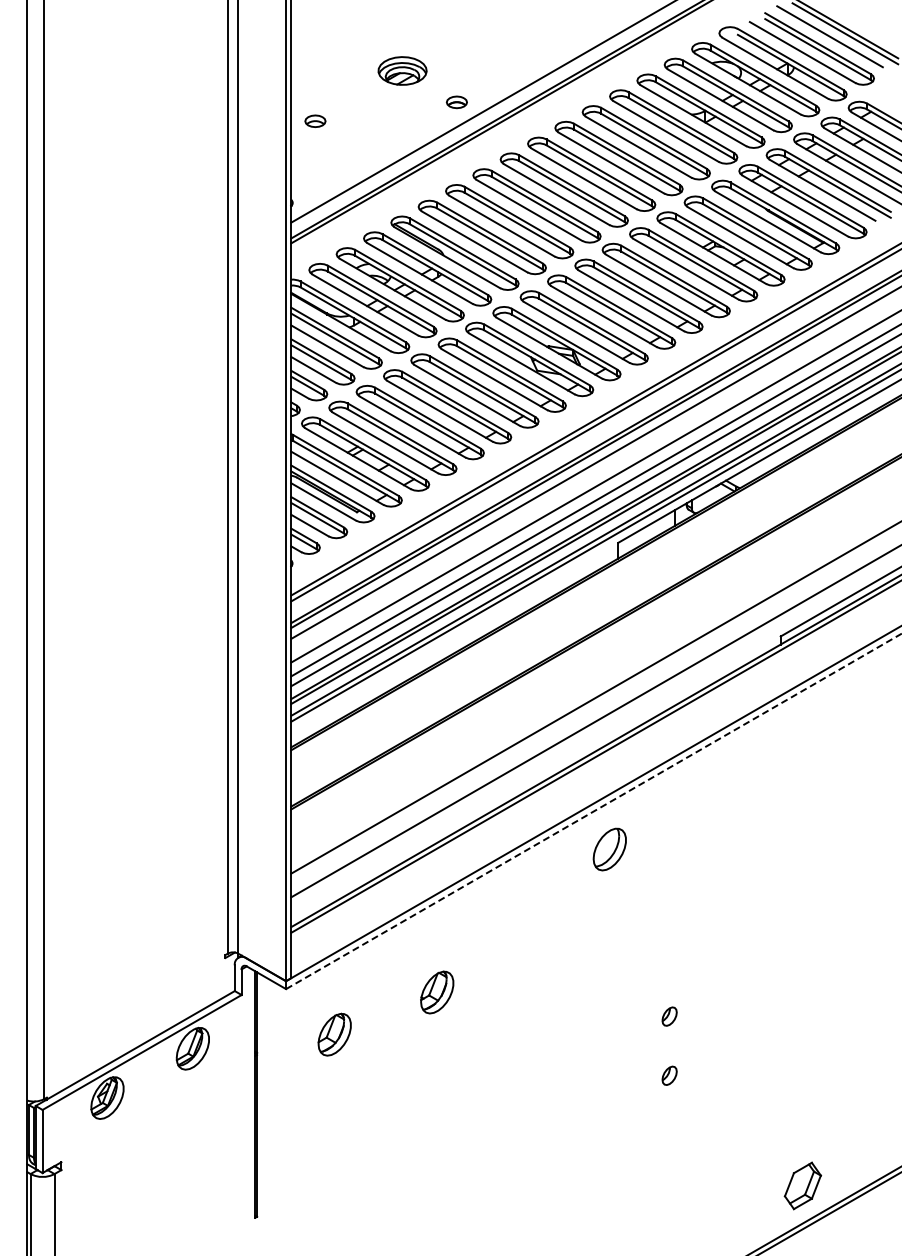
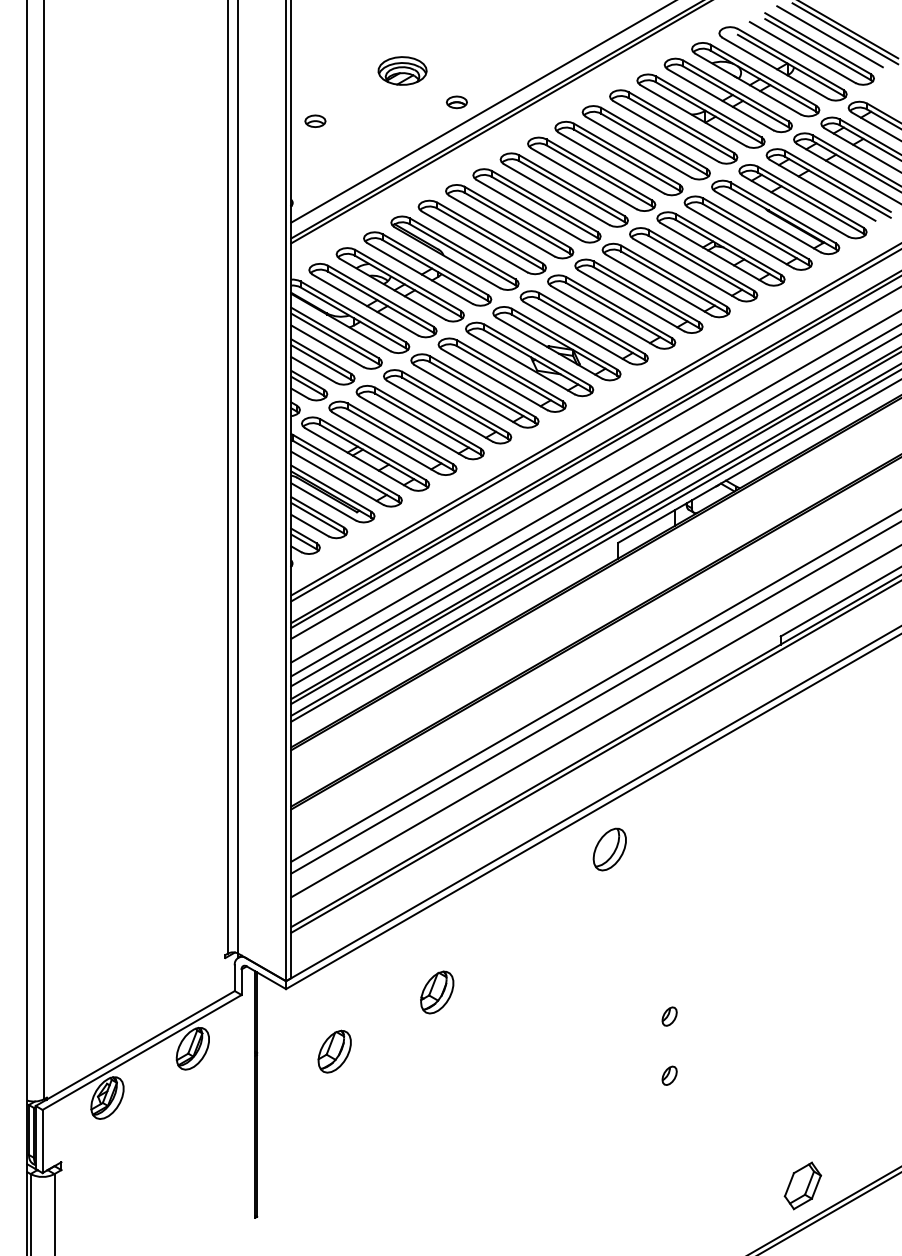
line at (594, 686): none -> present
line at (594, 811): dashed -> solid
part at (334, 1034) position: (334, 1034) -> (334, 1051)
